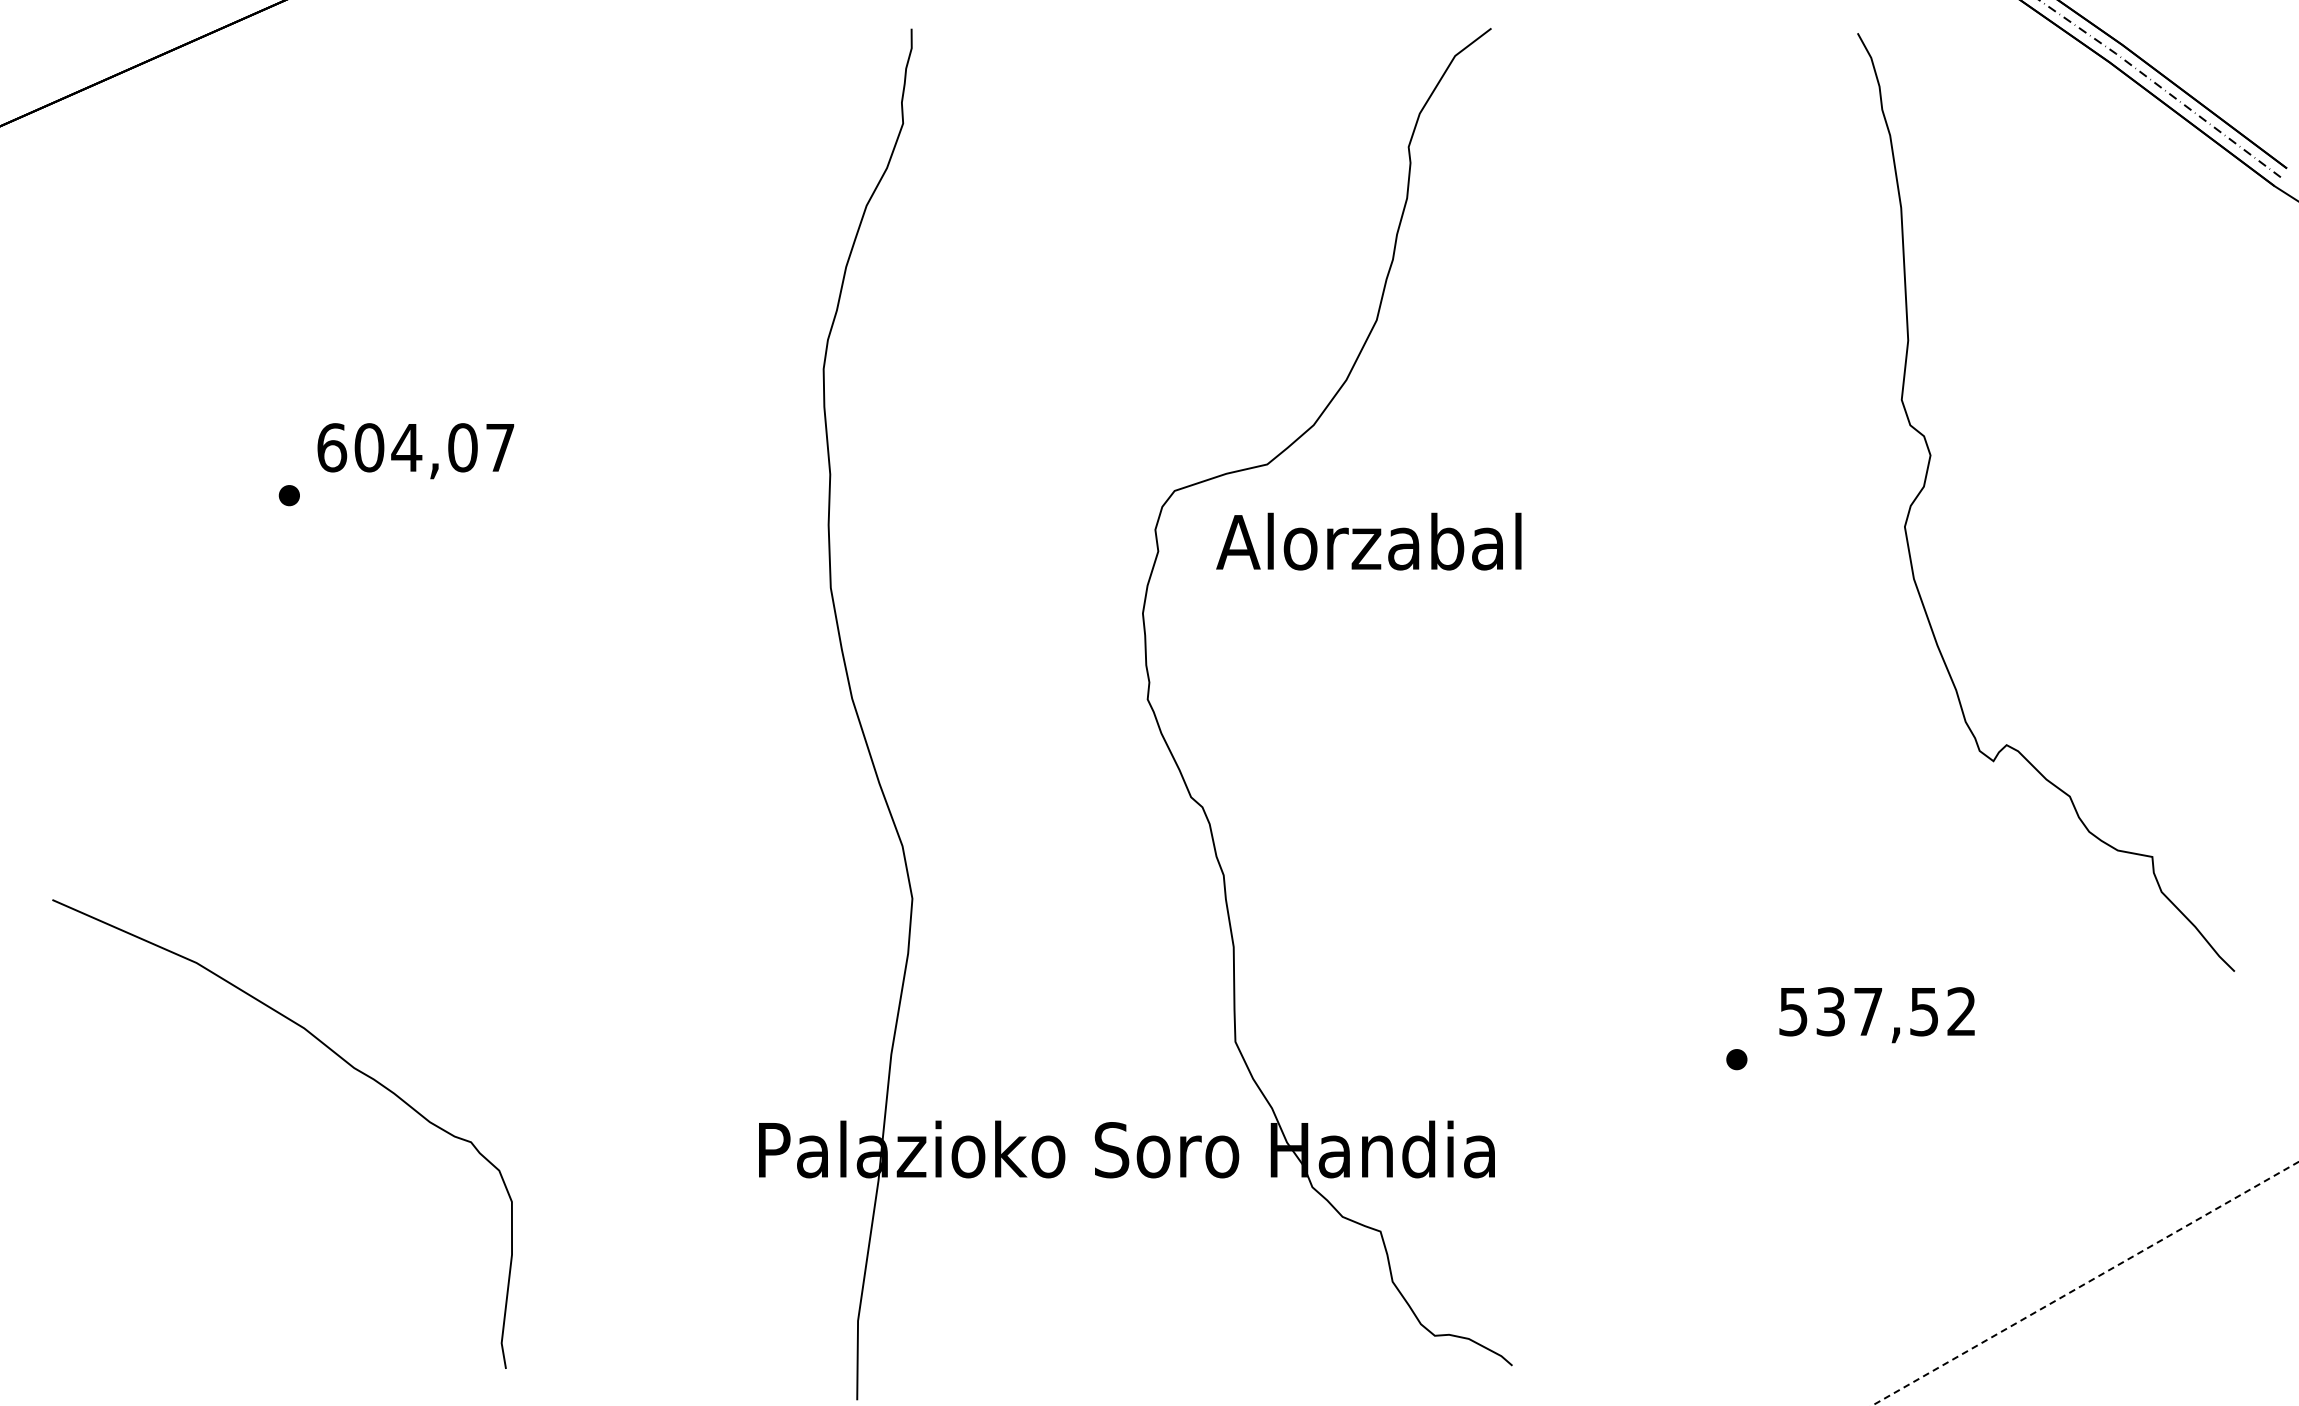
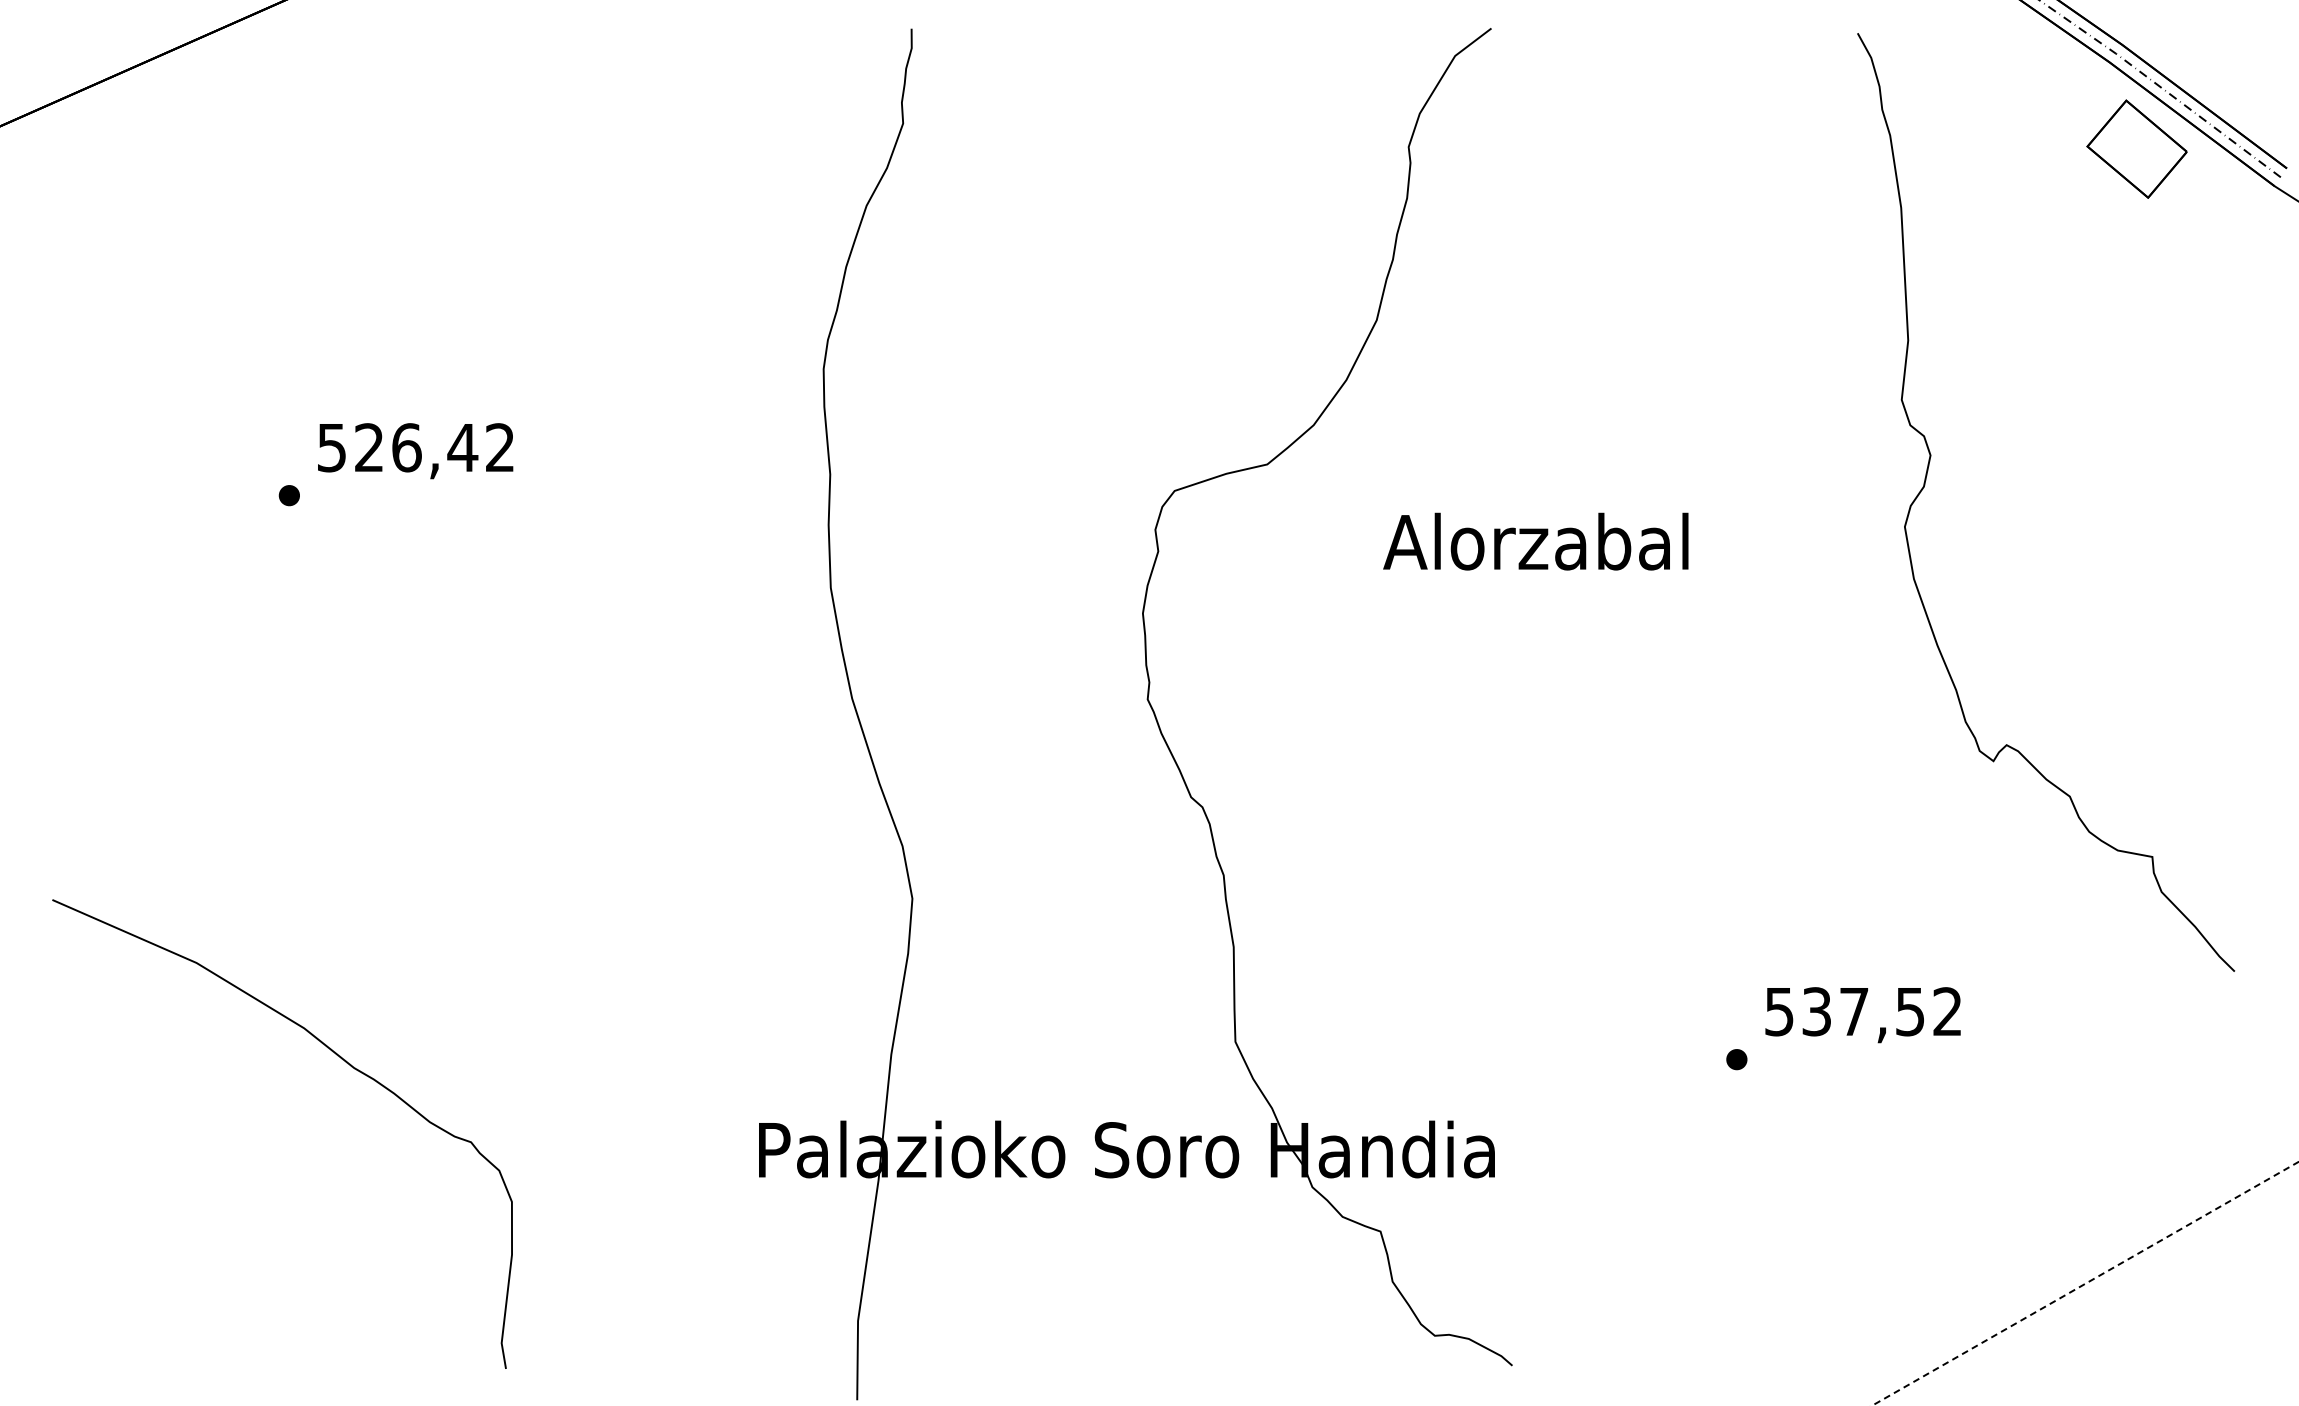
part at (2136, 148): none -> present
text at (415, 447): 604,07 -> 526,42
text at (1368, 541) position: (1368, 541) -> (1535, 541)
text at (1876, 1015) position: (1876, 1015) -> (1862, 1015)
